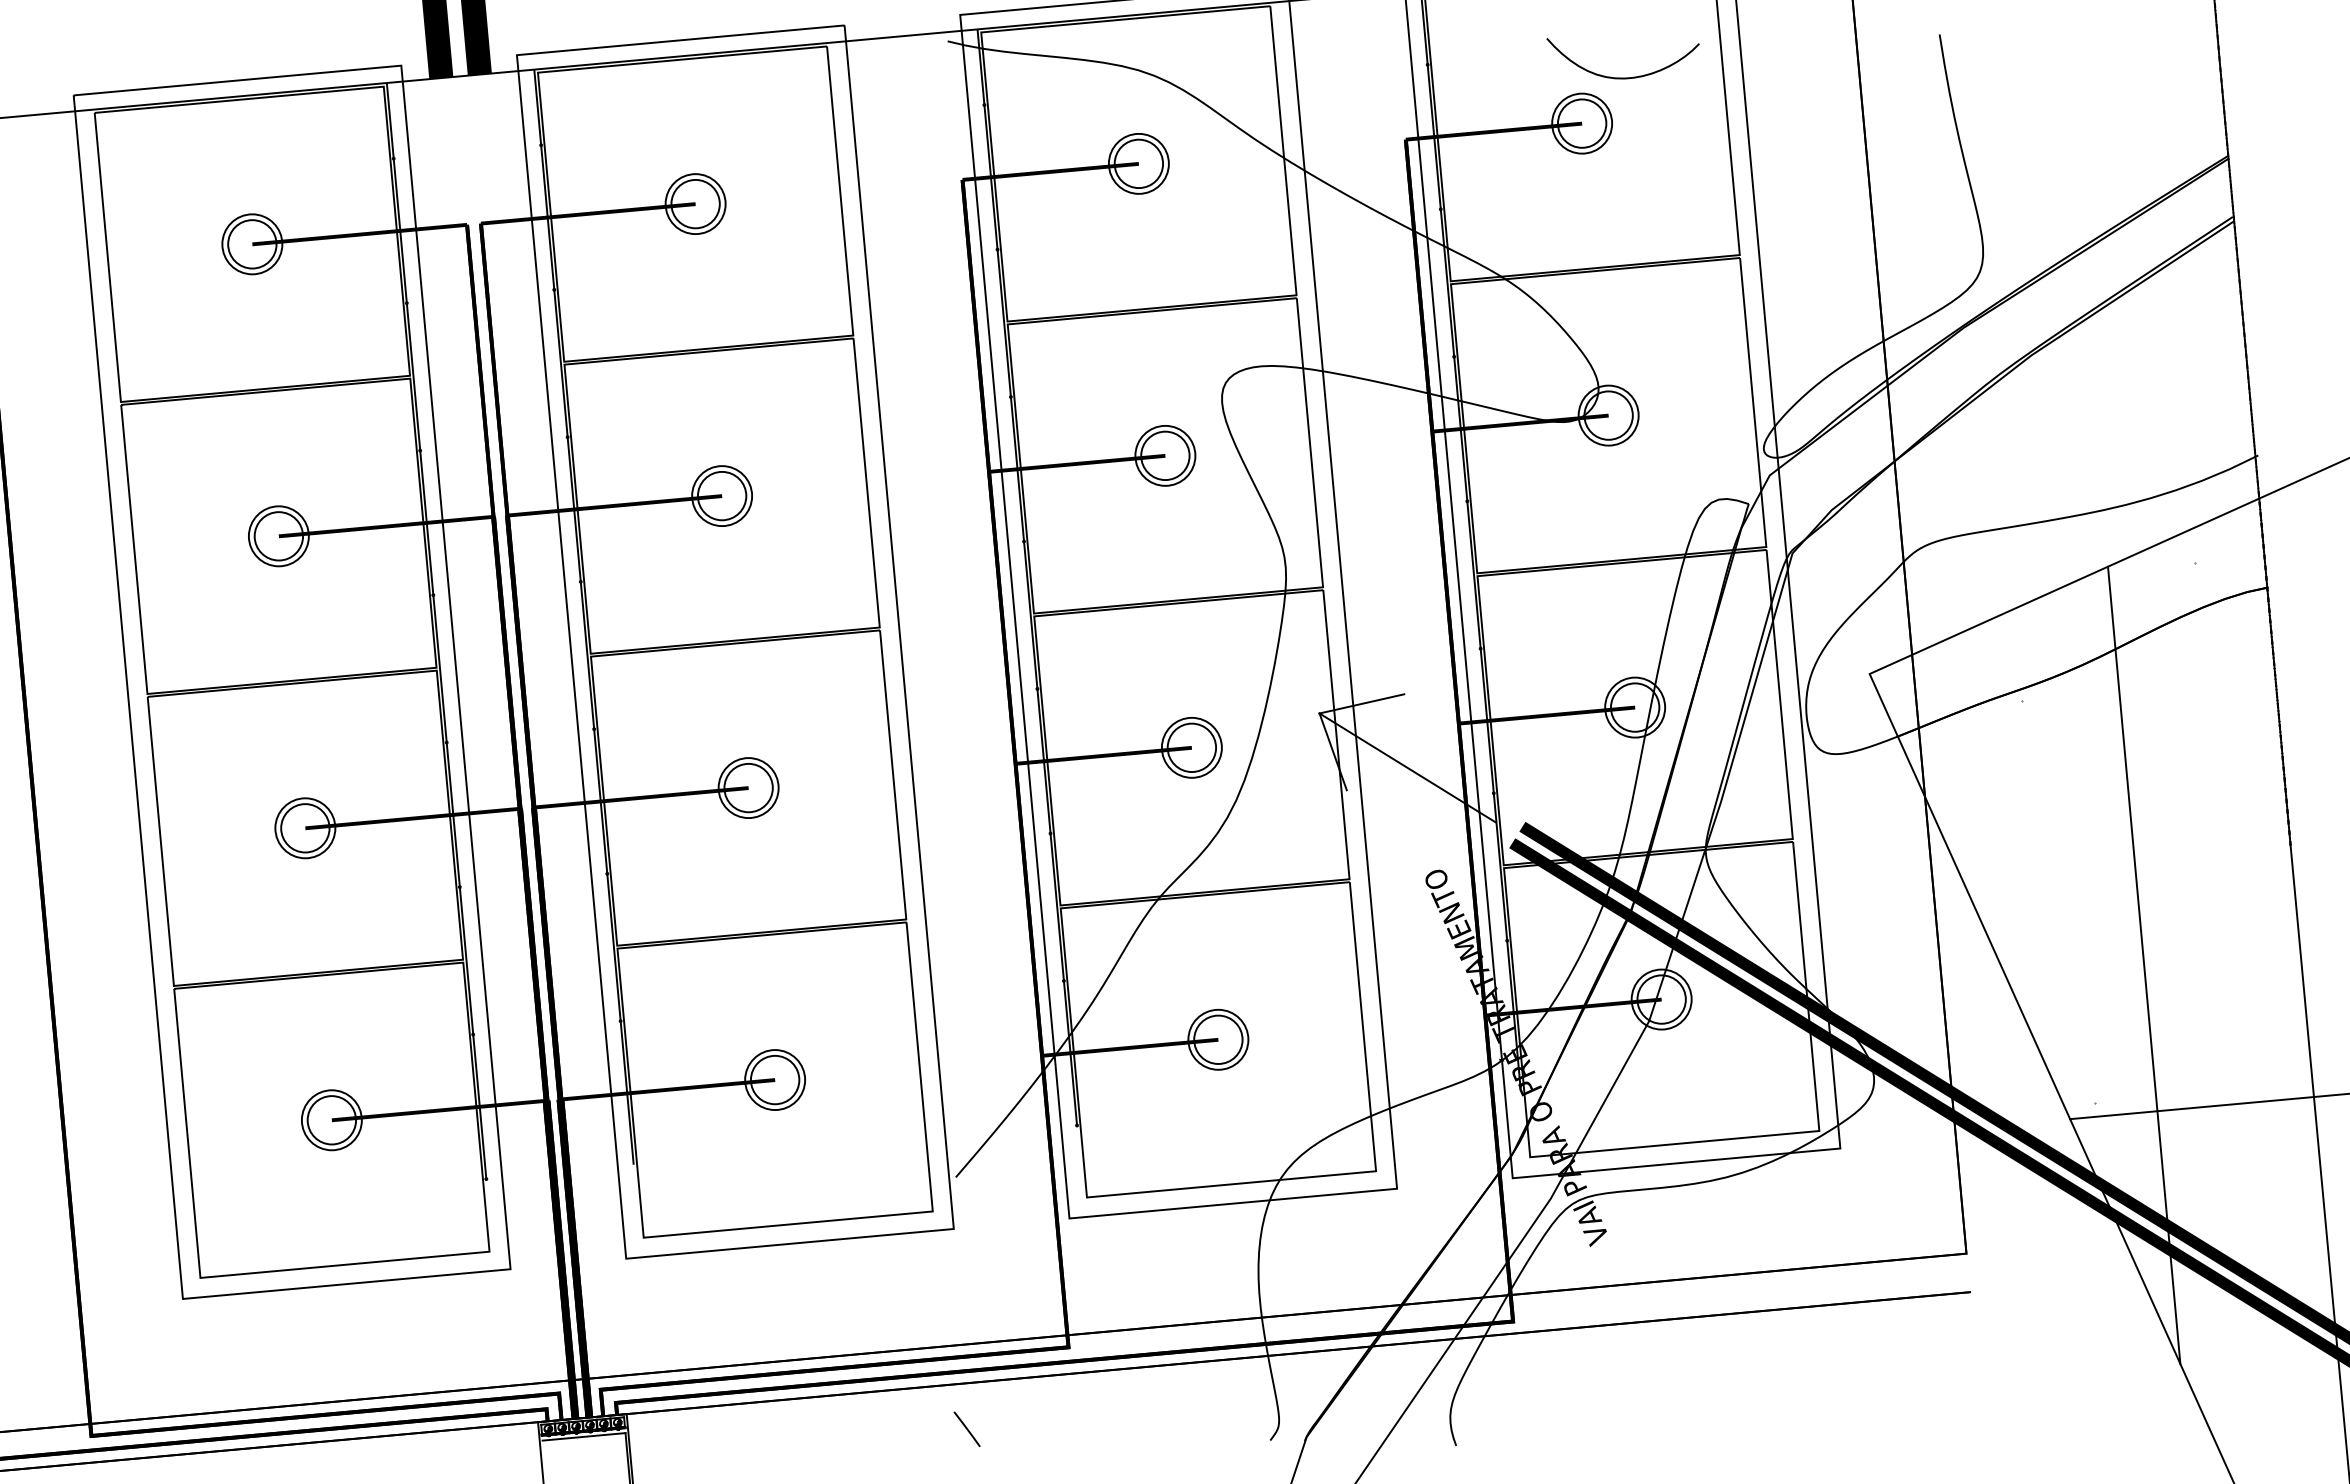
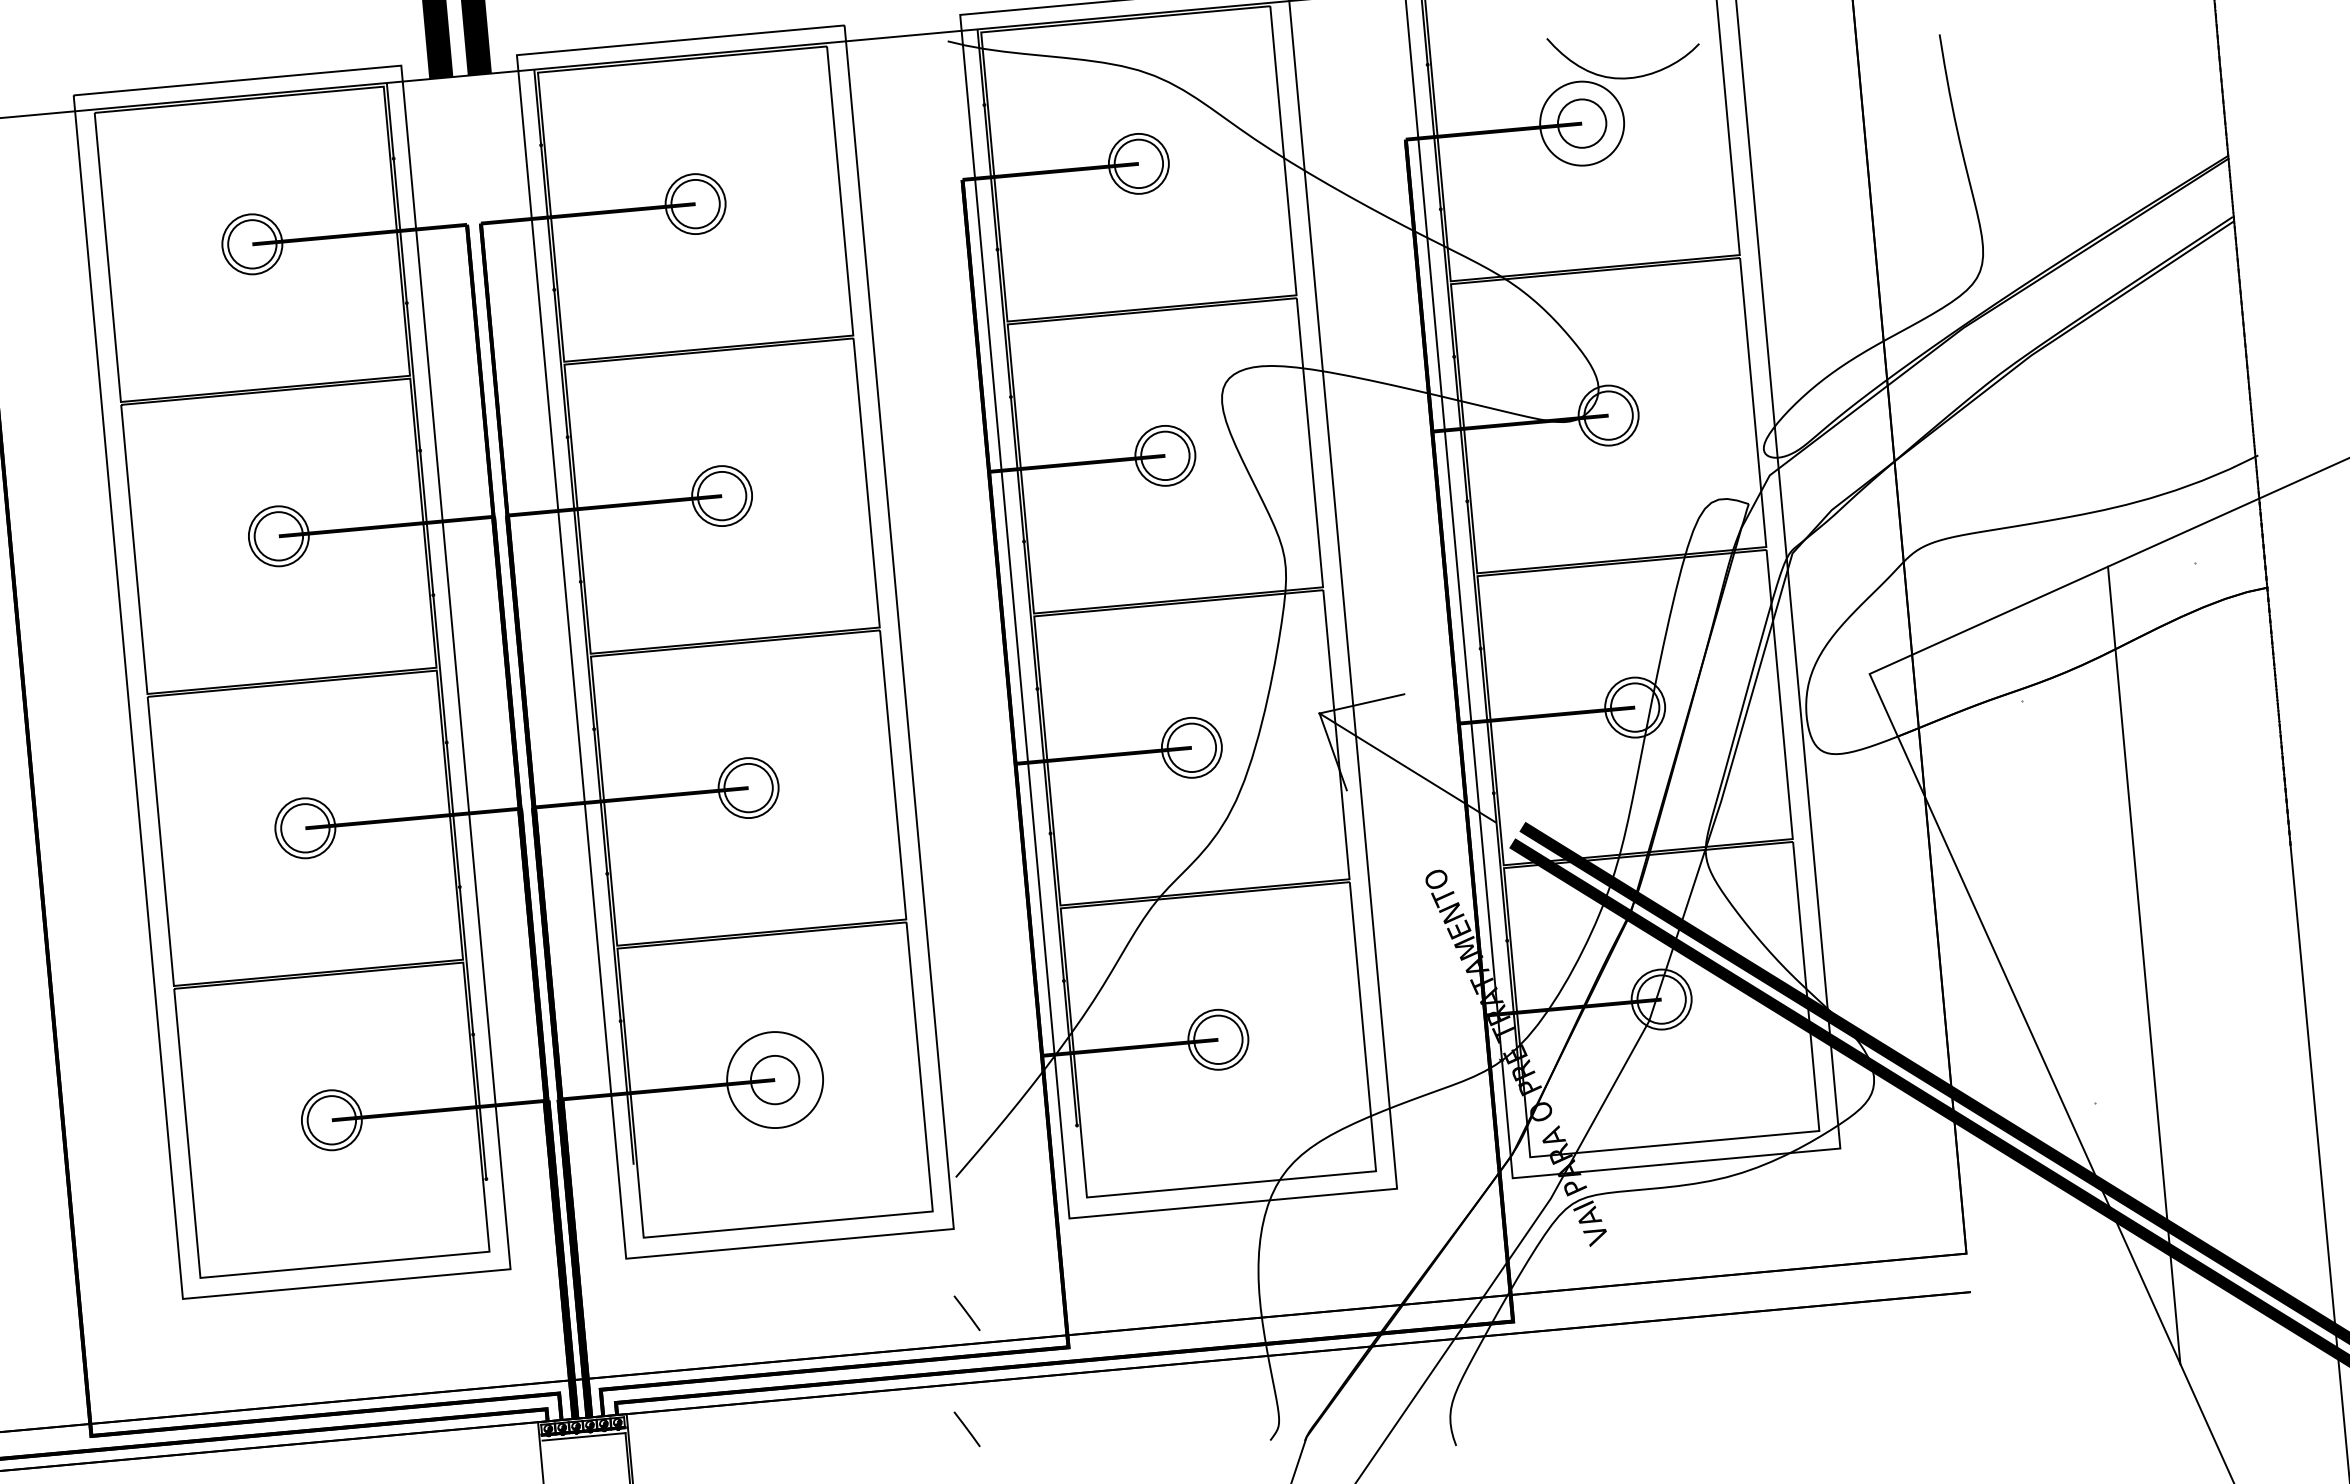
circle at (1582, 123) diameter: 60 px -> 84 px
circle at (775, 1080) diameter: 60 px -> 96 px
line at (2208, 1106): present -> none
line at (966, 1313): none -> present
